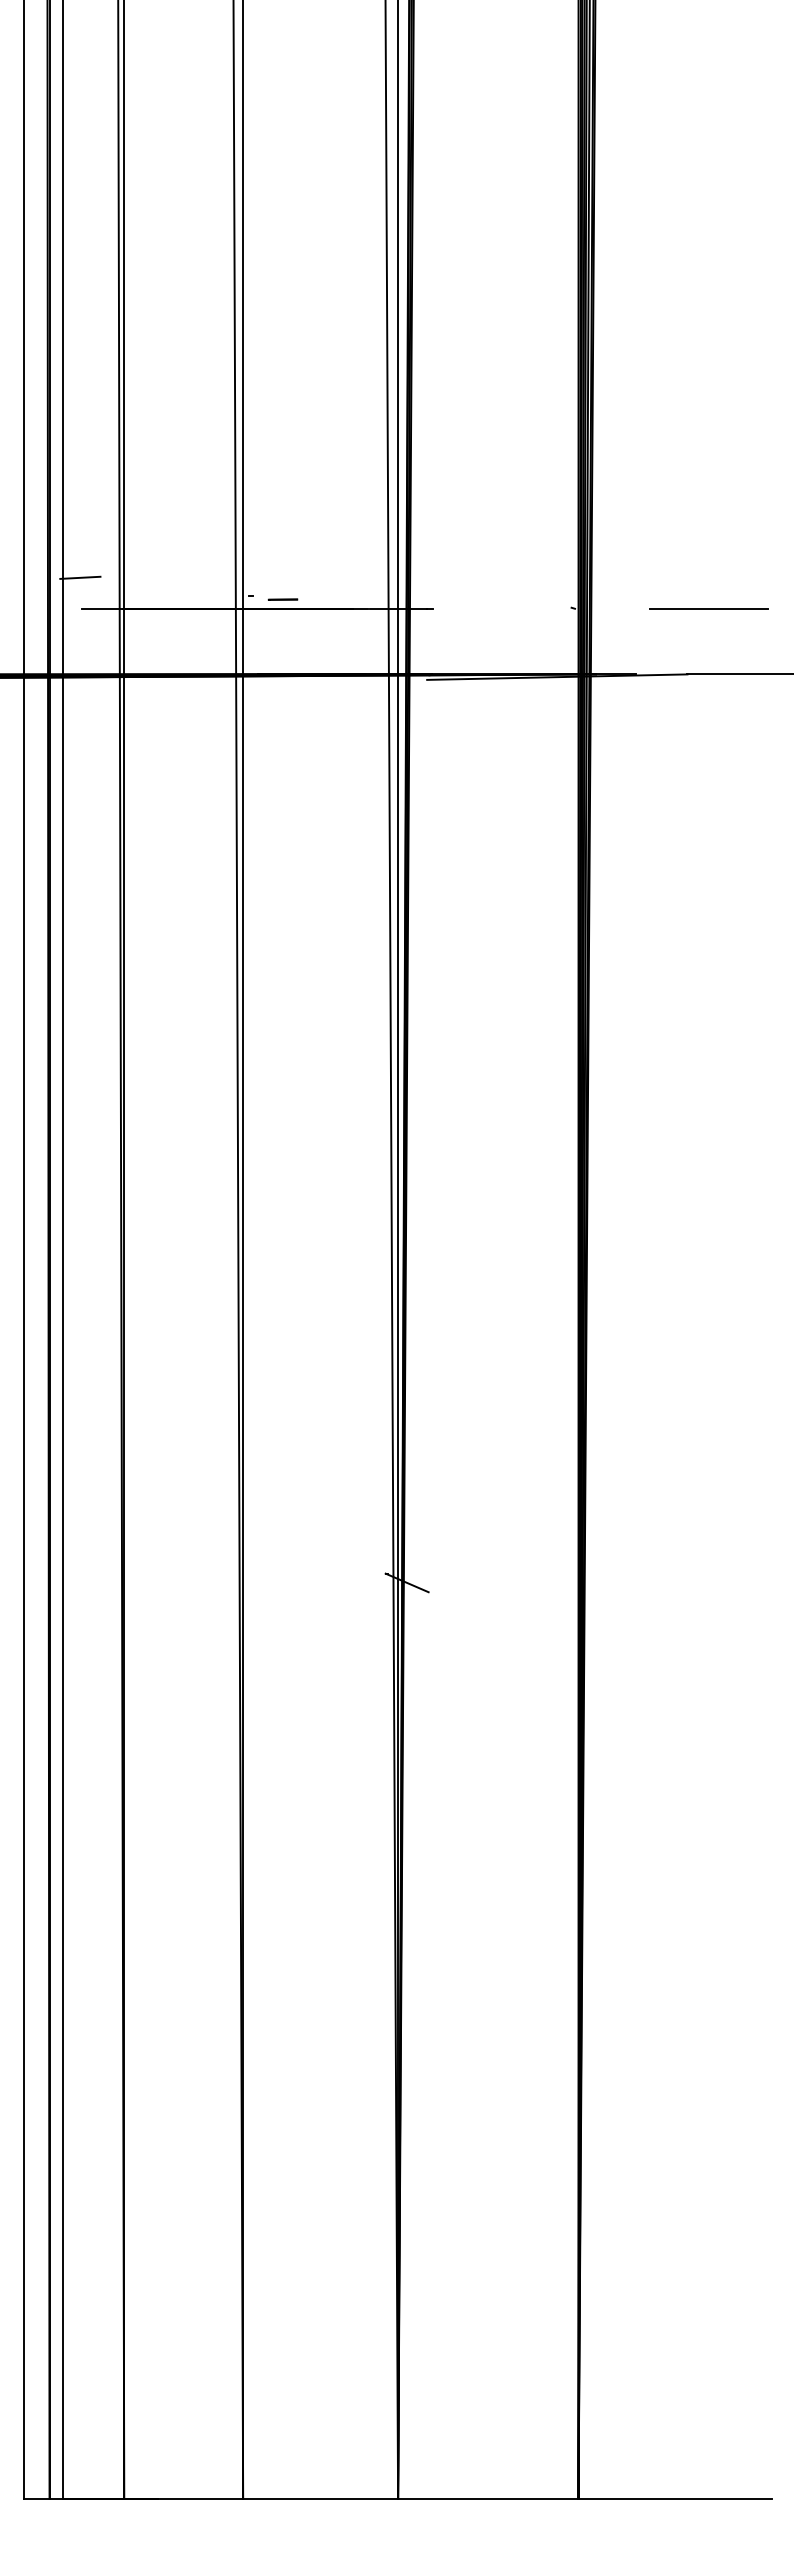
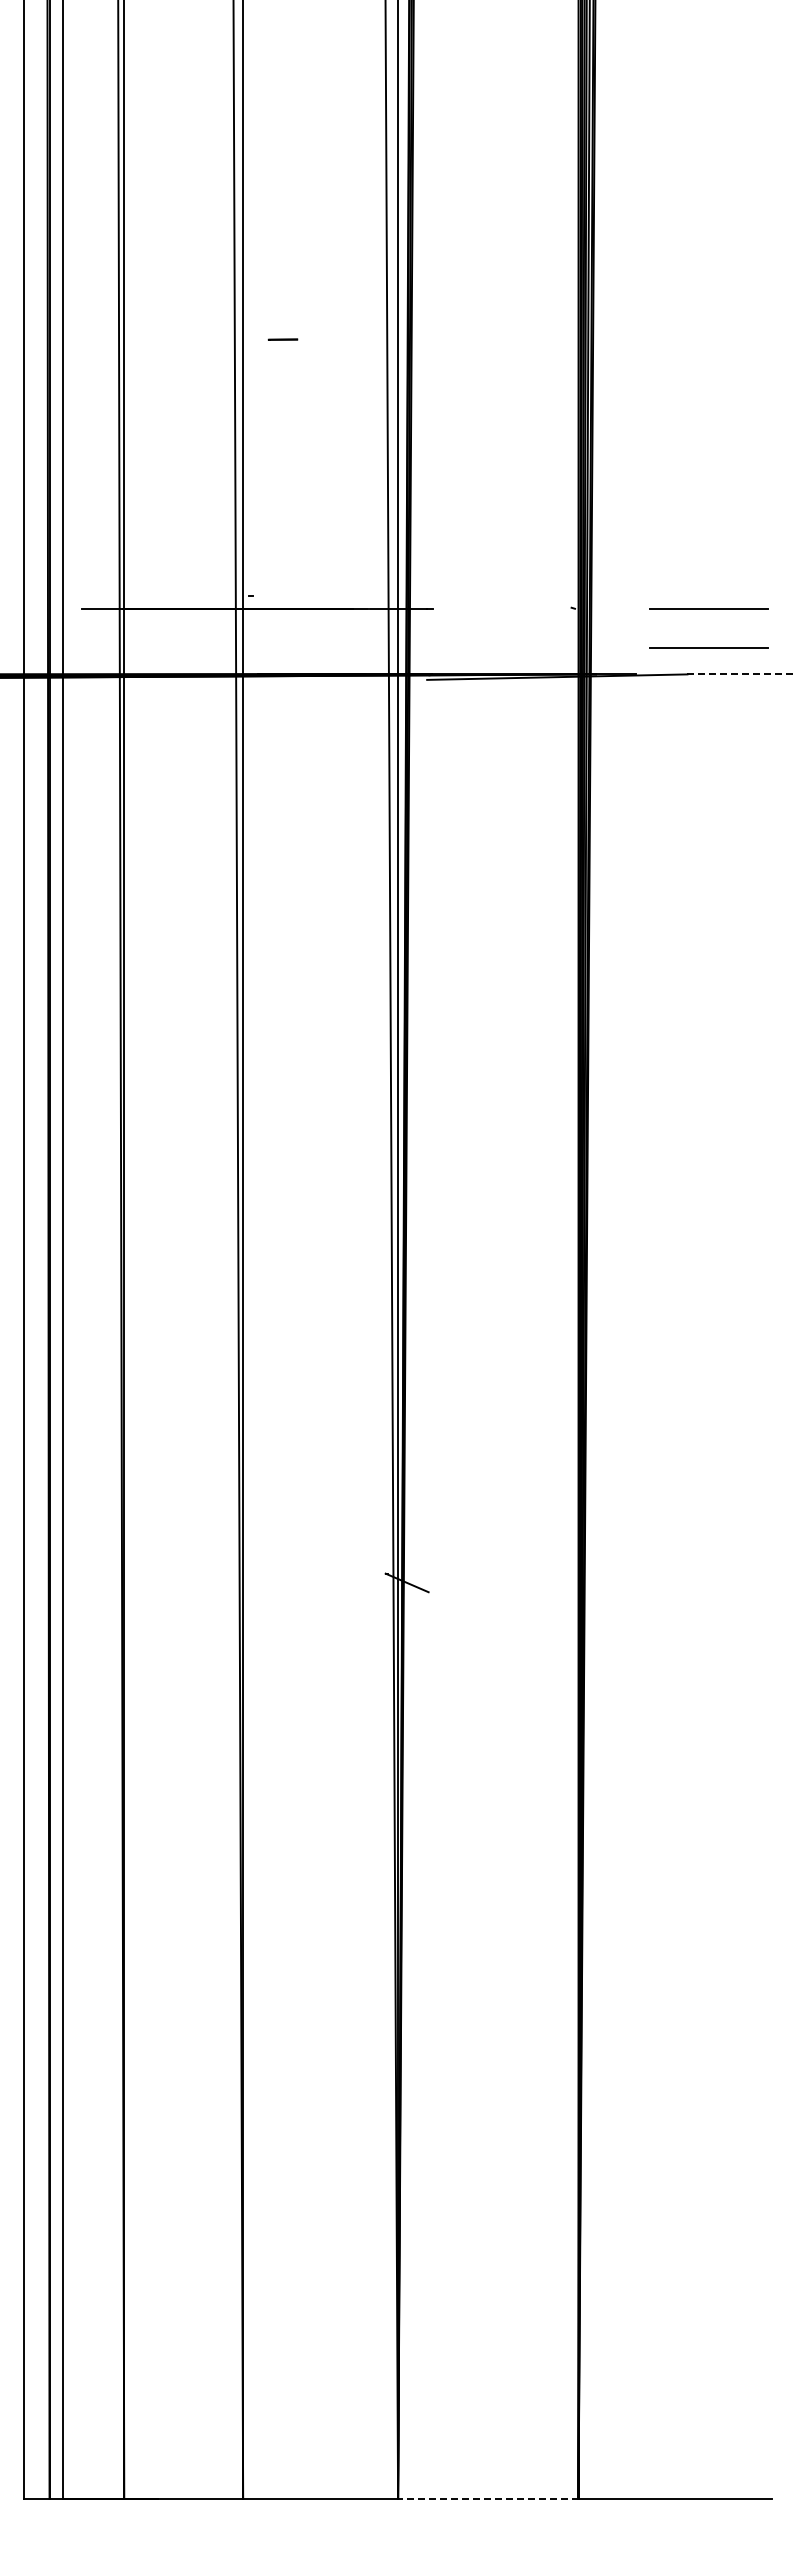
line at (80, 577): present -> none
line at (282, 599) position: (282, 599) -> (282, 339)
line at (708, 647): none -> present
line at (740, 674): solid -> dashed
line at (487, 2498): solid -> dashed
